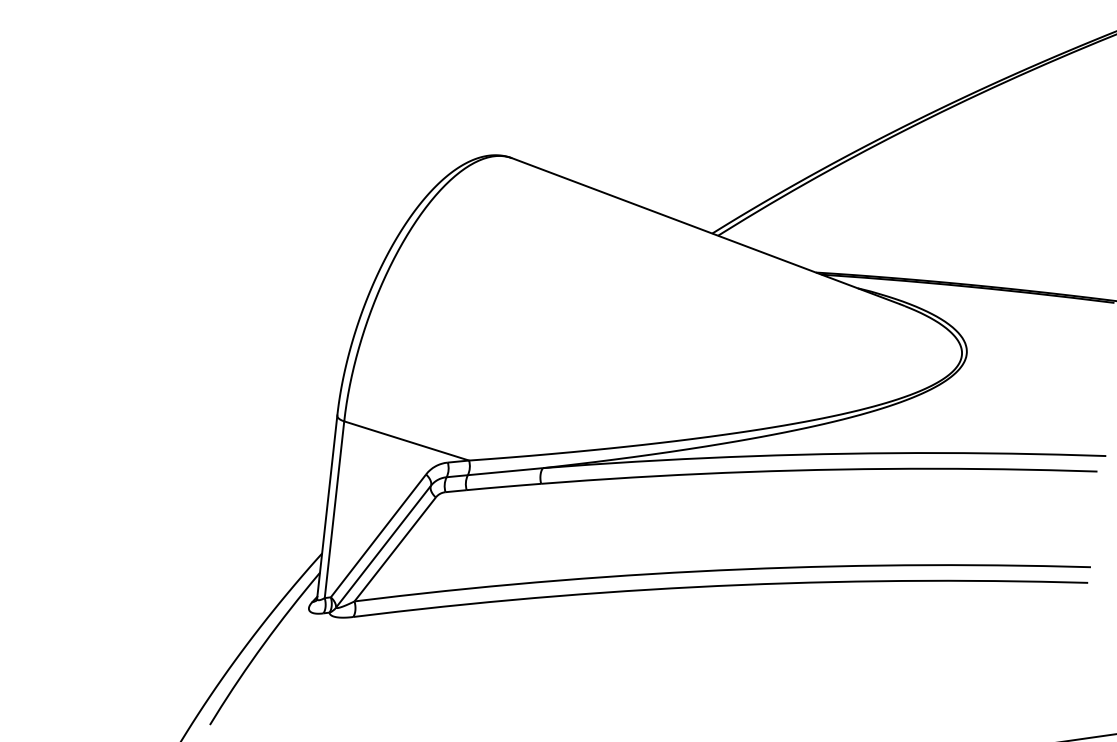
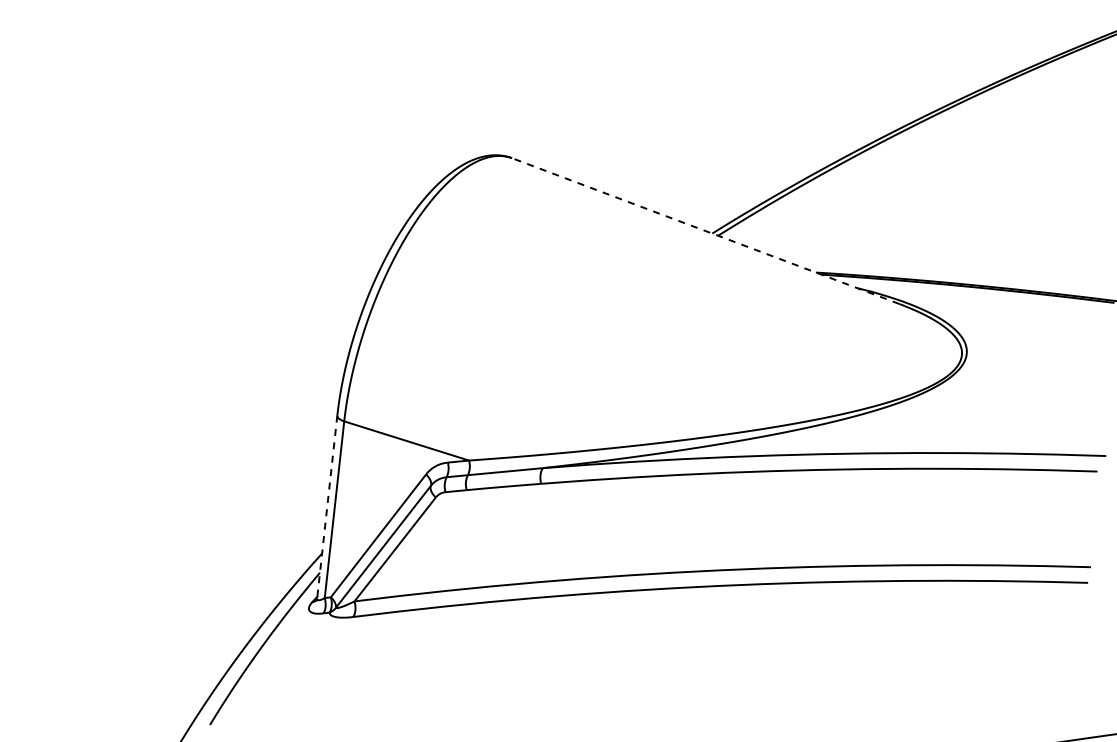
line at (705, 231): solid -> dashed
line at (327, 507): solid -> dashed
